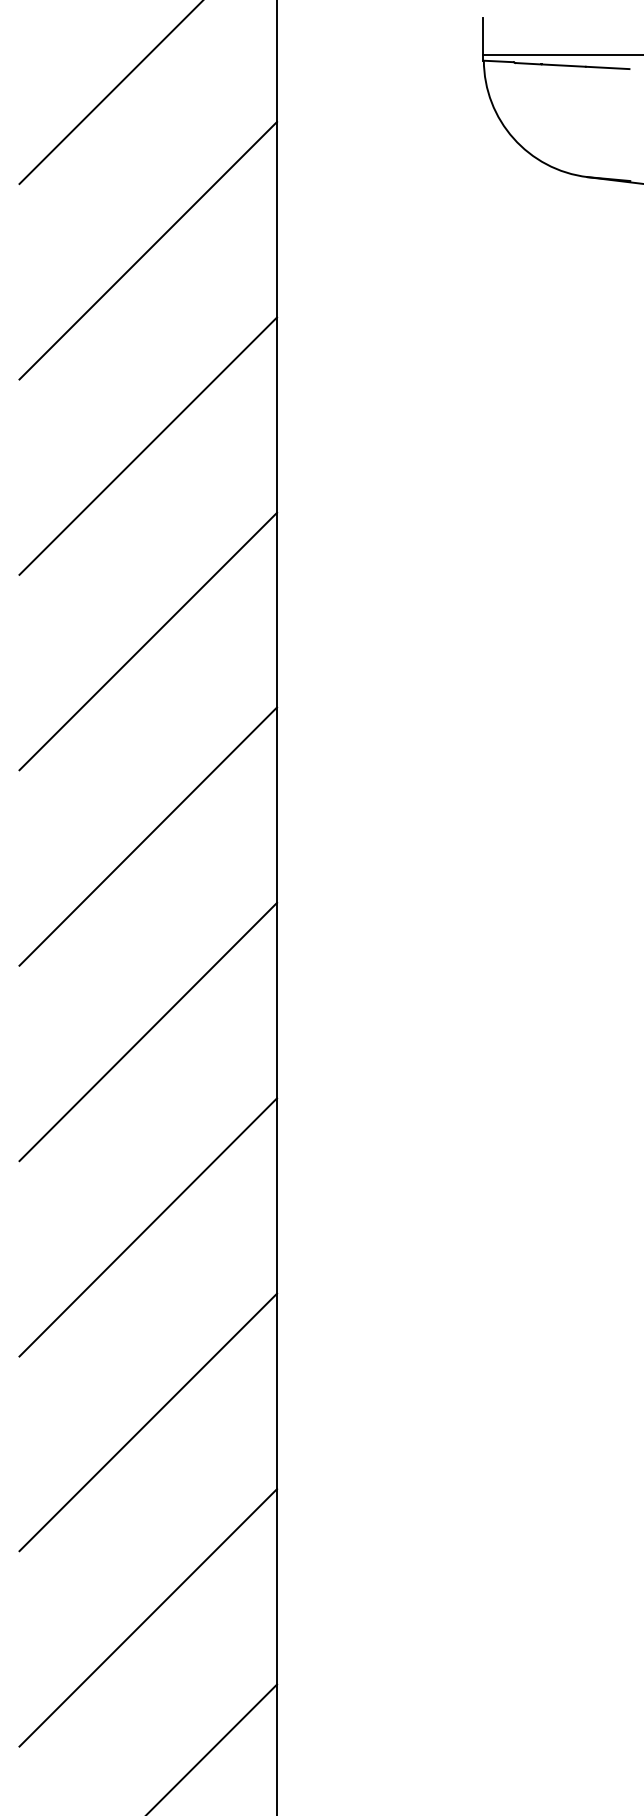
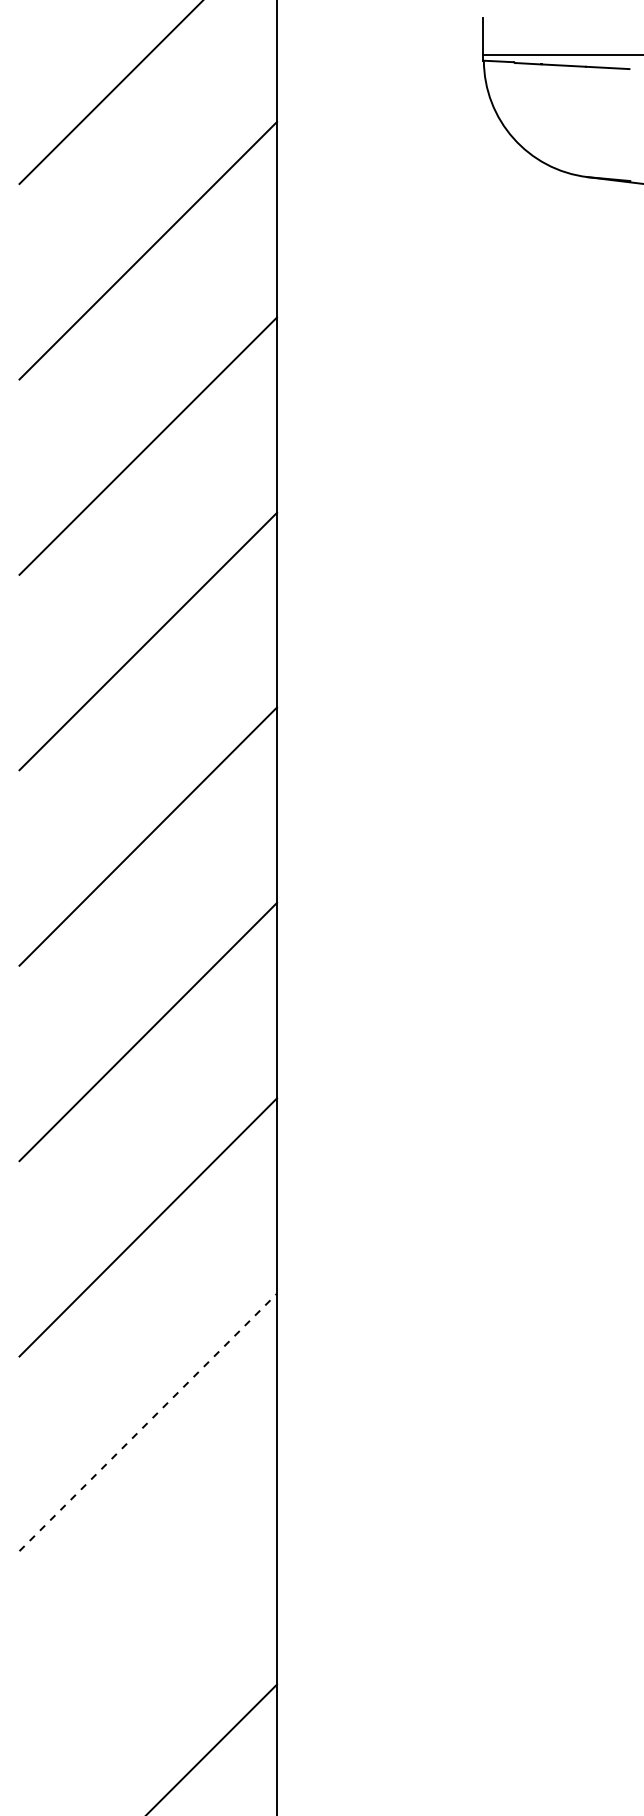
line at (148, 1422): solid -> dashed
line at (148, 1617): present -> none
